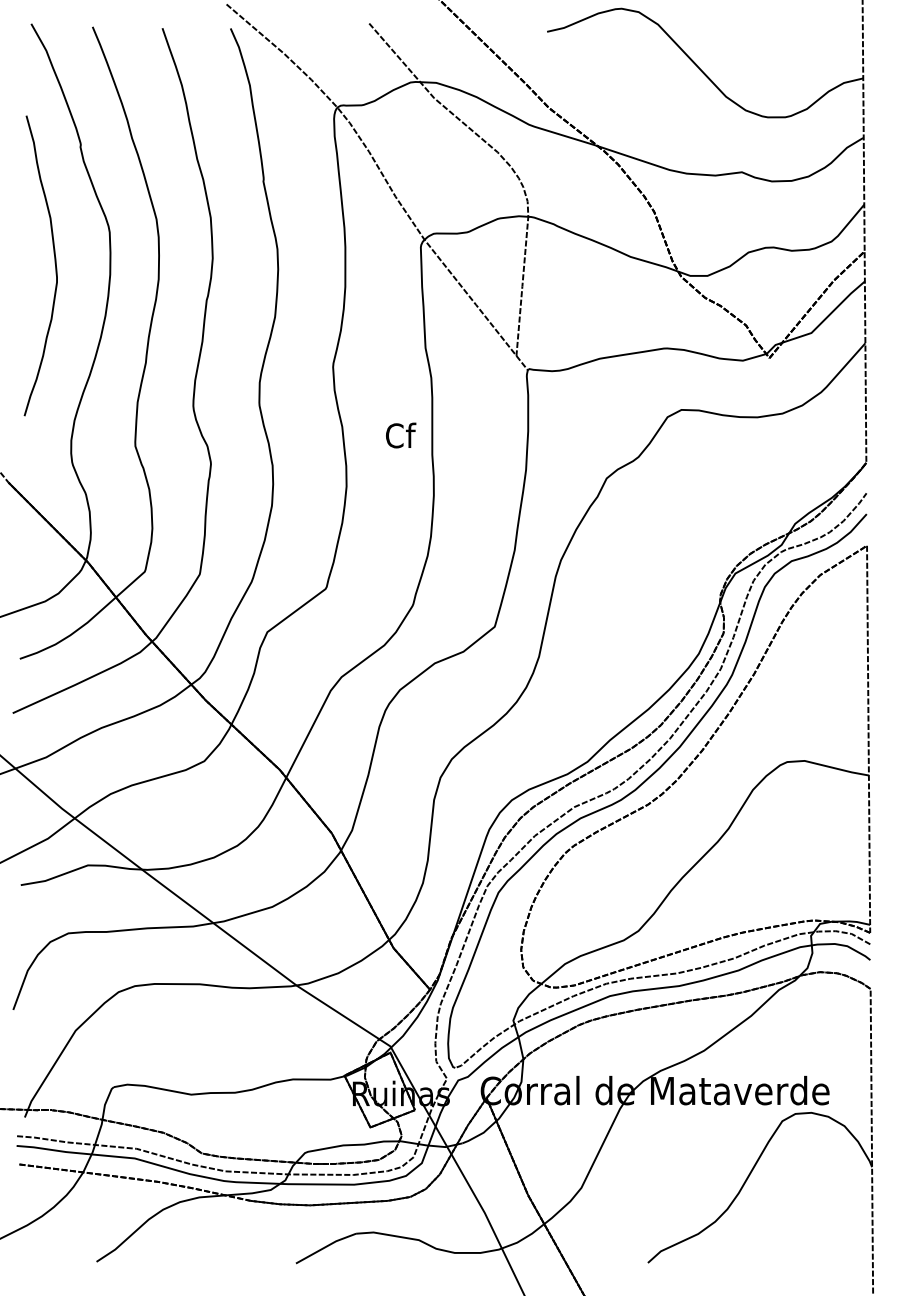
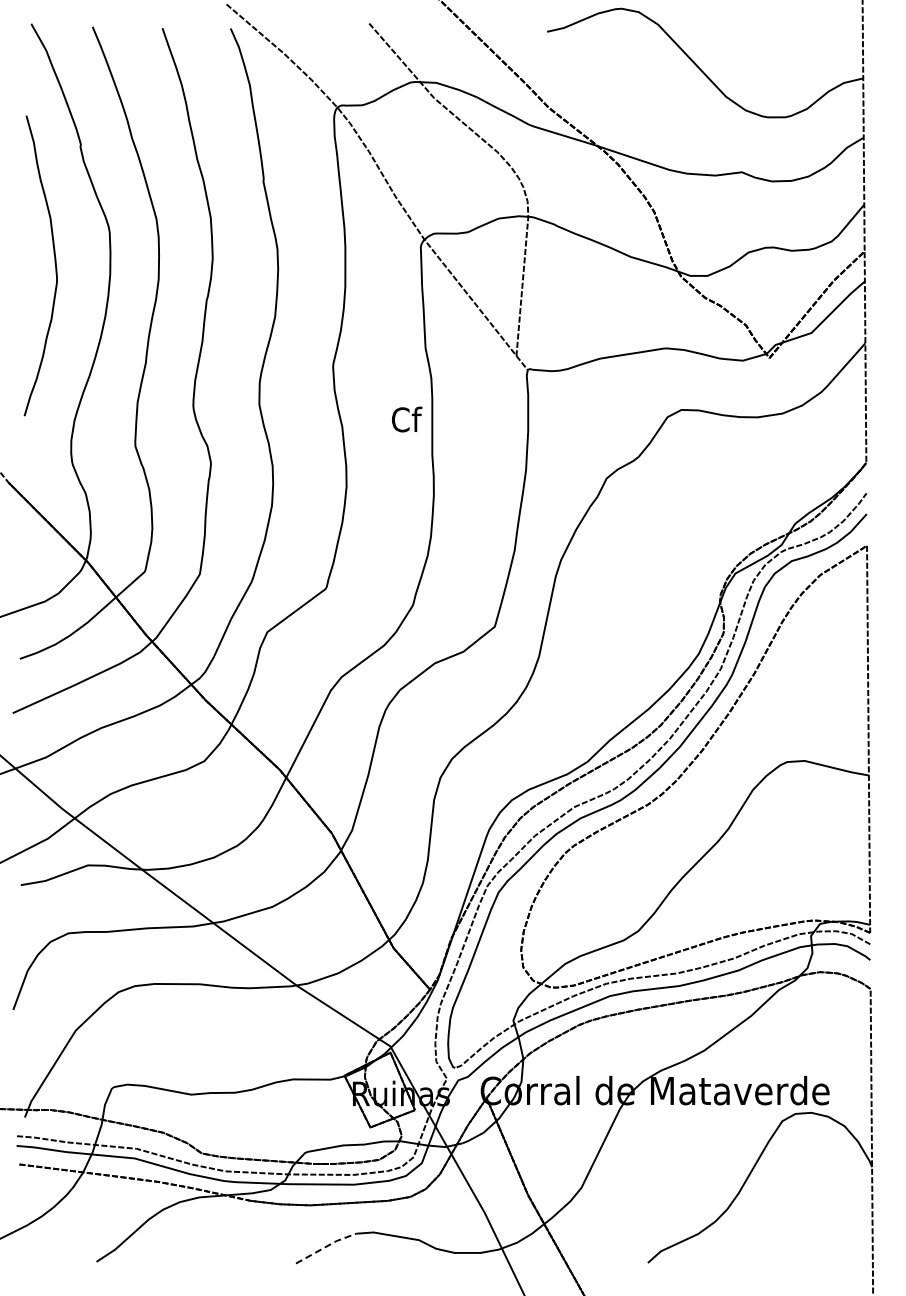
text at (401, 435) position: (401, 435) -> (407, 419)
line at (326, 1246): solid -> dashed
